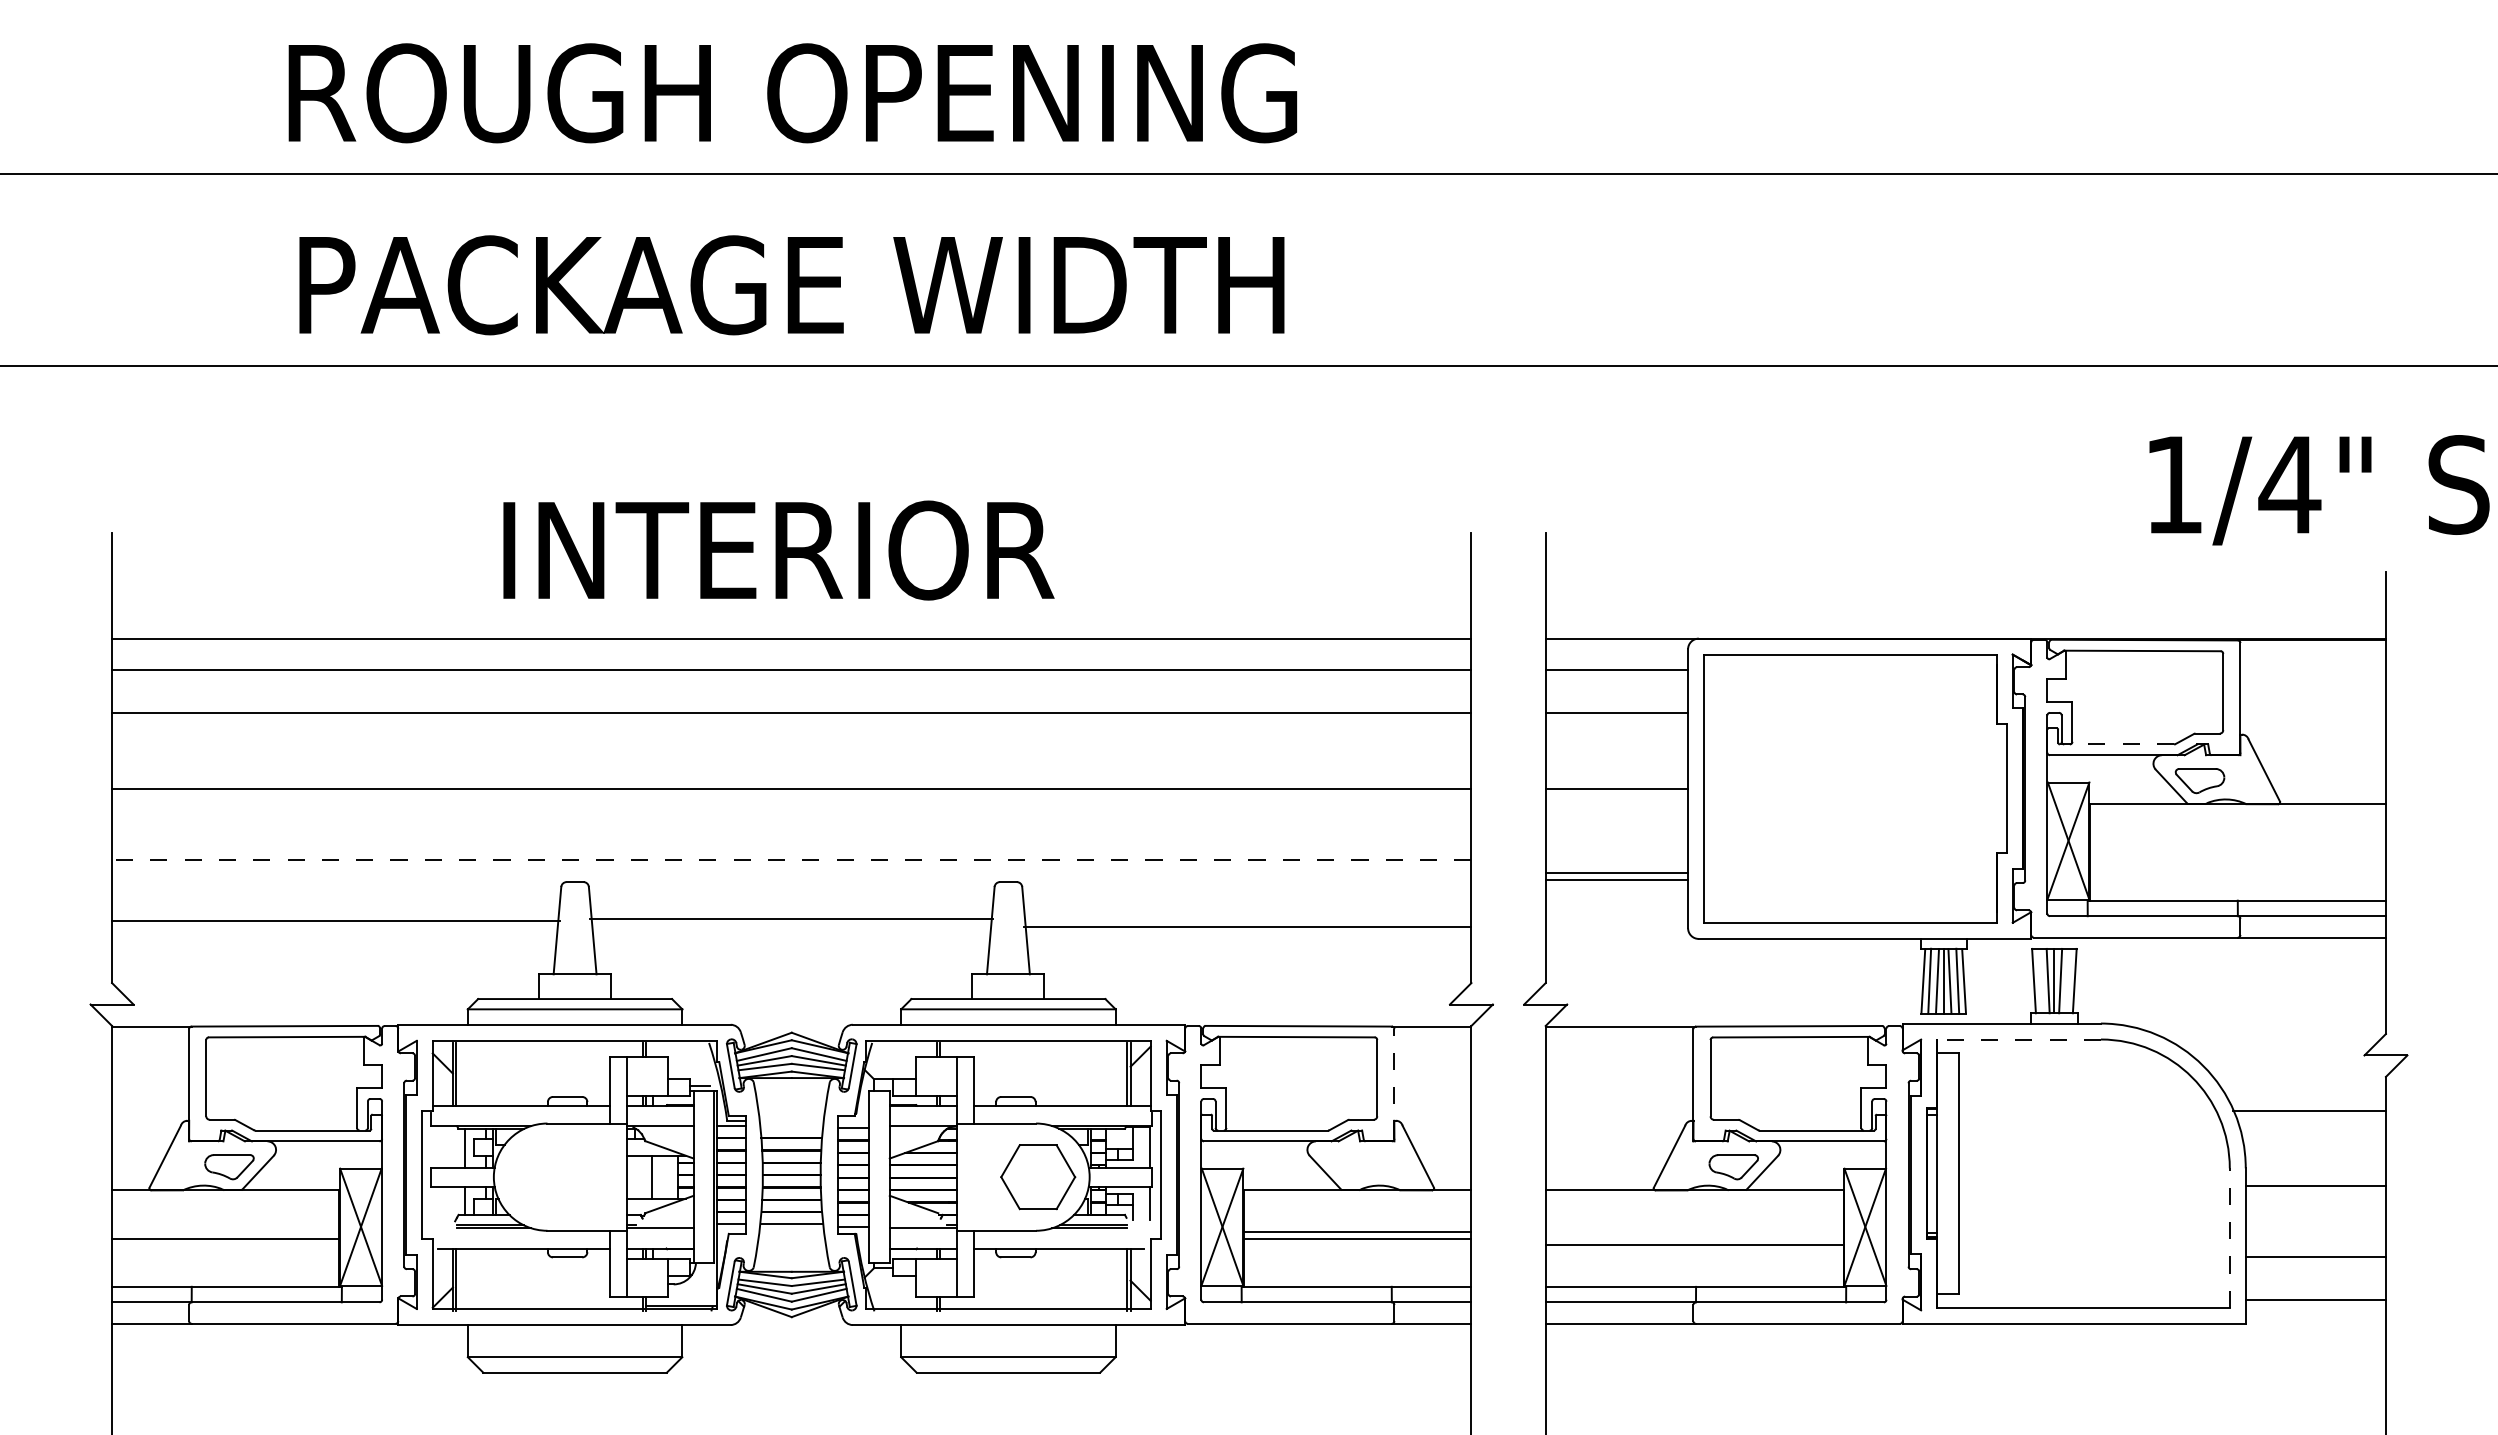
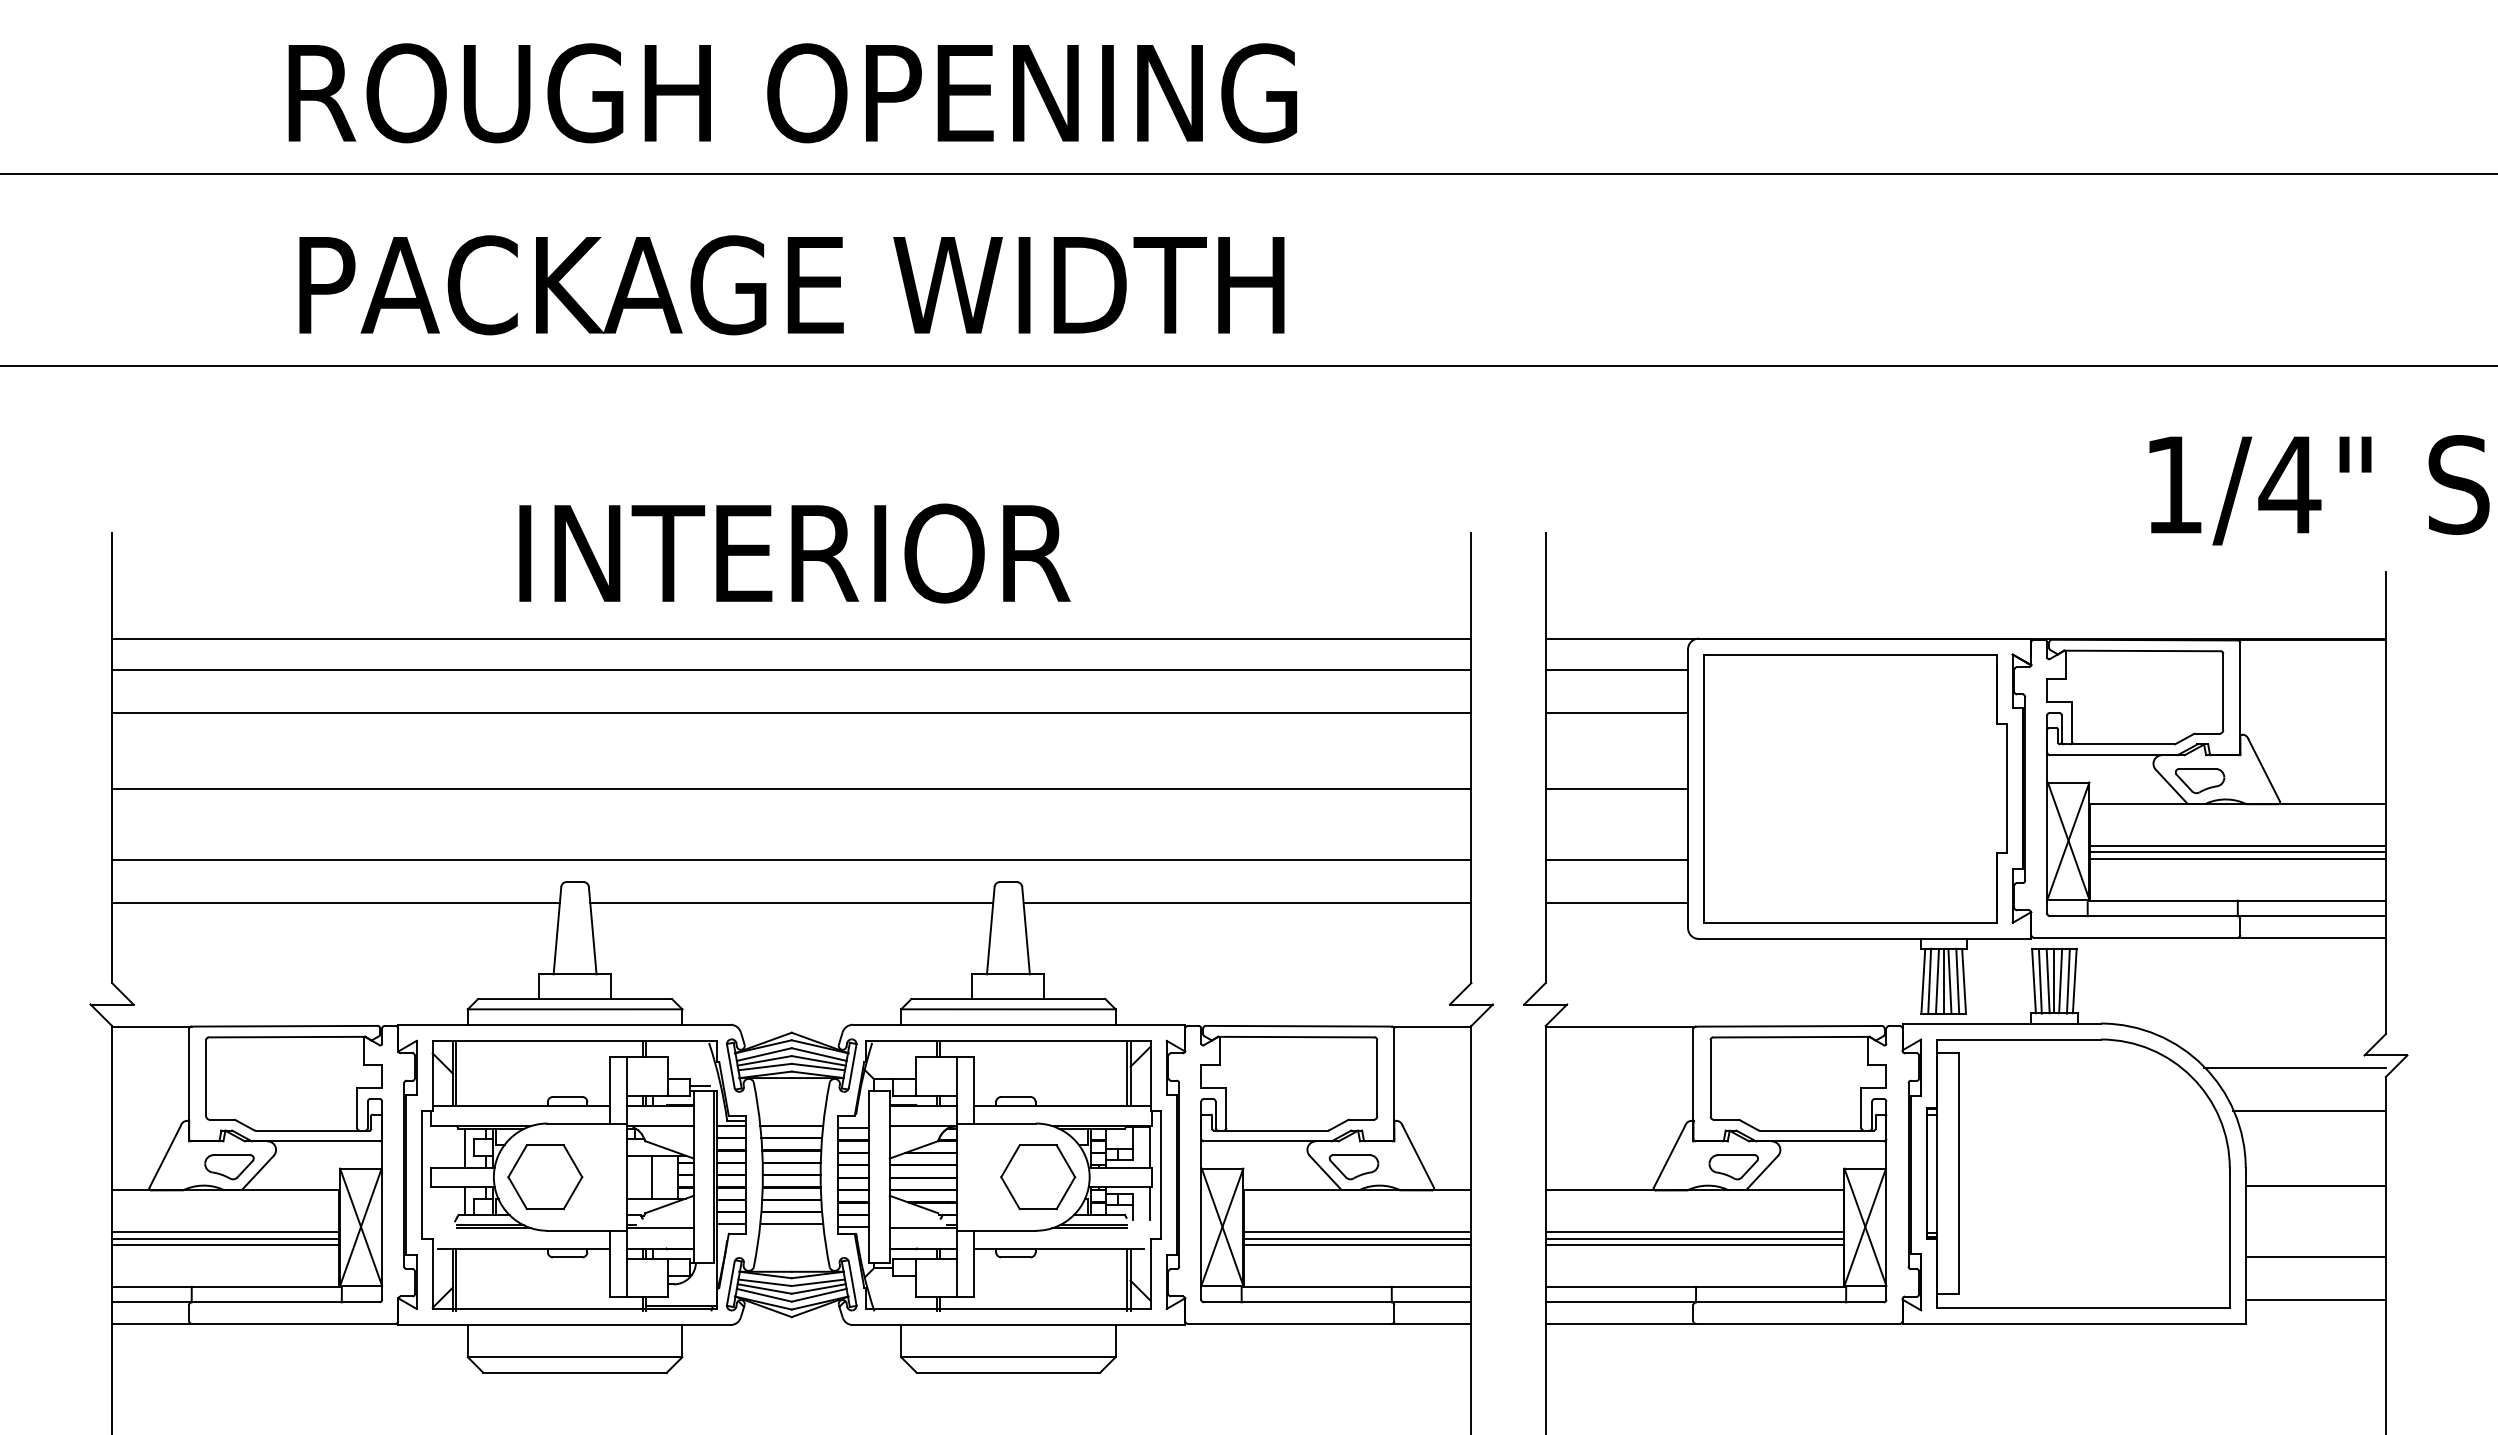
text at (778, 550) position: (778, 550) -> (794, 553)
line at (2116, 744): dashed -> solid
line at (2237, 845): none -> present
line at (2237, 852): none -> present
line at (791, 859): dashed -> solid
line at (2237, 859): none -> present
line at (1616, 872) position: (1616, 872) -> (1616, 902)
line at (1616, 879) position: (1616, 879) -> (1616, 859)
line at (791, 918) position: (791, 918) -> (791, 902)
line at (335, 920) position: (335, 920) -> (335, 902)
line at (1247, 926) position: (1247, 926) -> (1247, 902)
line at (2039, 980): none -> present
line at (2067, 980): none -> present
line at (2019, 1039): dashed -> solid
line at (2294, 1067): none -> present
line at (1394, 1083): dashed -> solid
line at (791, 1125): none -> present
part at (1353, 1167): none -> present
part at (545, 1177): none -> present
line at (225, 1232): none -> present
line at (1694, 1232): none -> present
line at (1694, 1238): none -> present
line at (2229, 1238): dashed -> solid
line at (225, 1245): none -> present
line at (1357, 1245): none -> present
